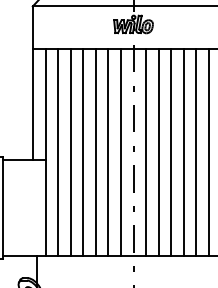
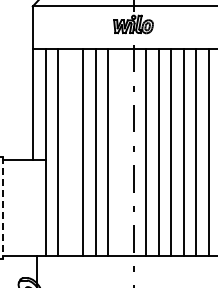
line at (70, 151): present -> none
line at (121, 151): present -> none
line at (3, 208): solid -> dashed
